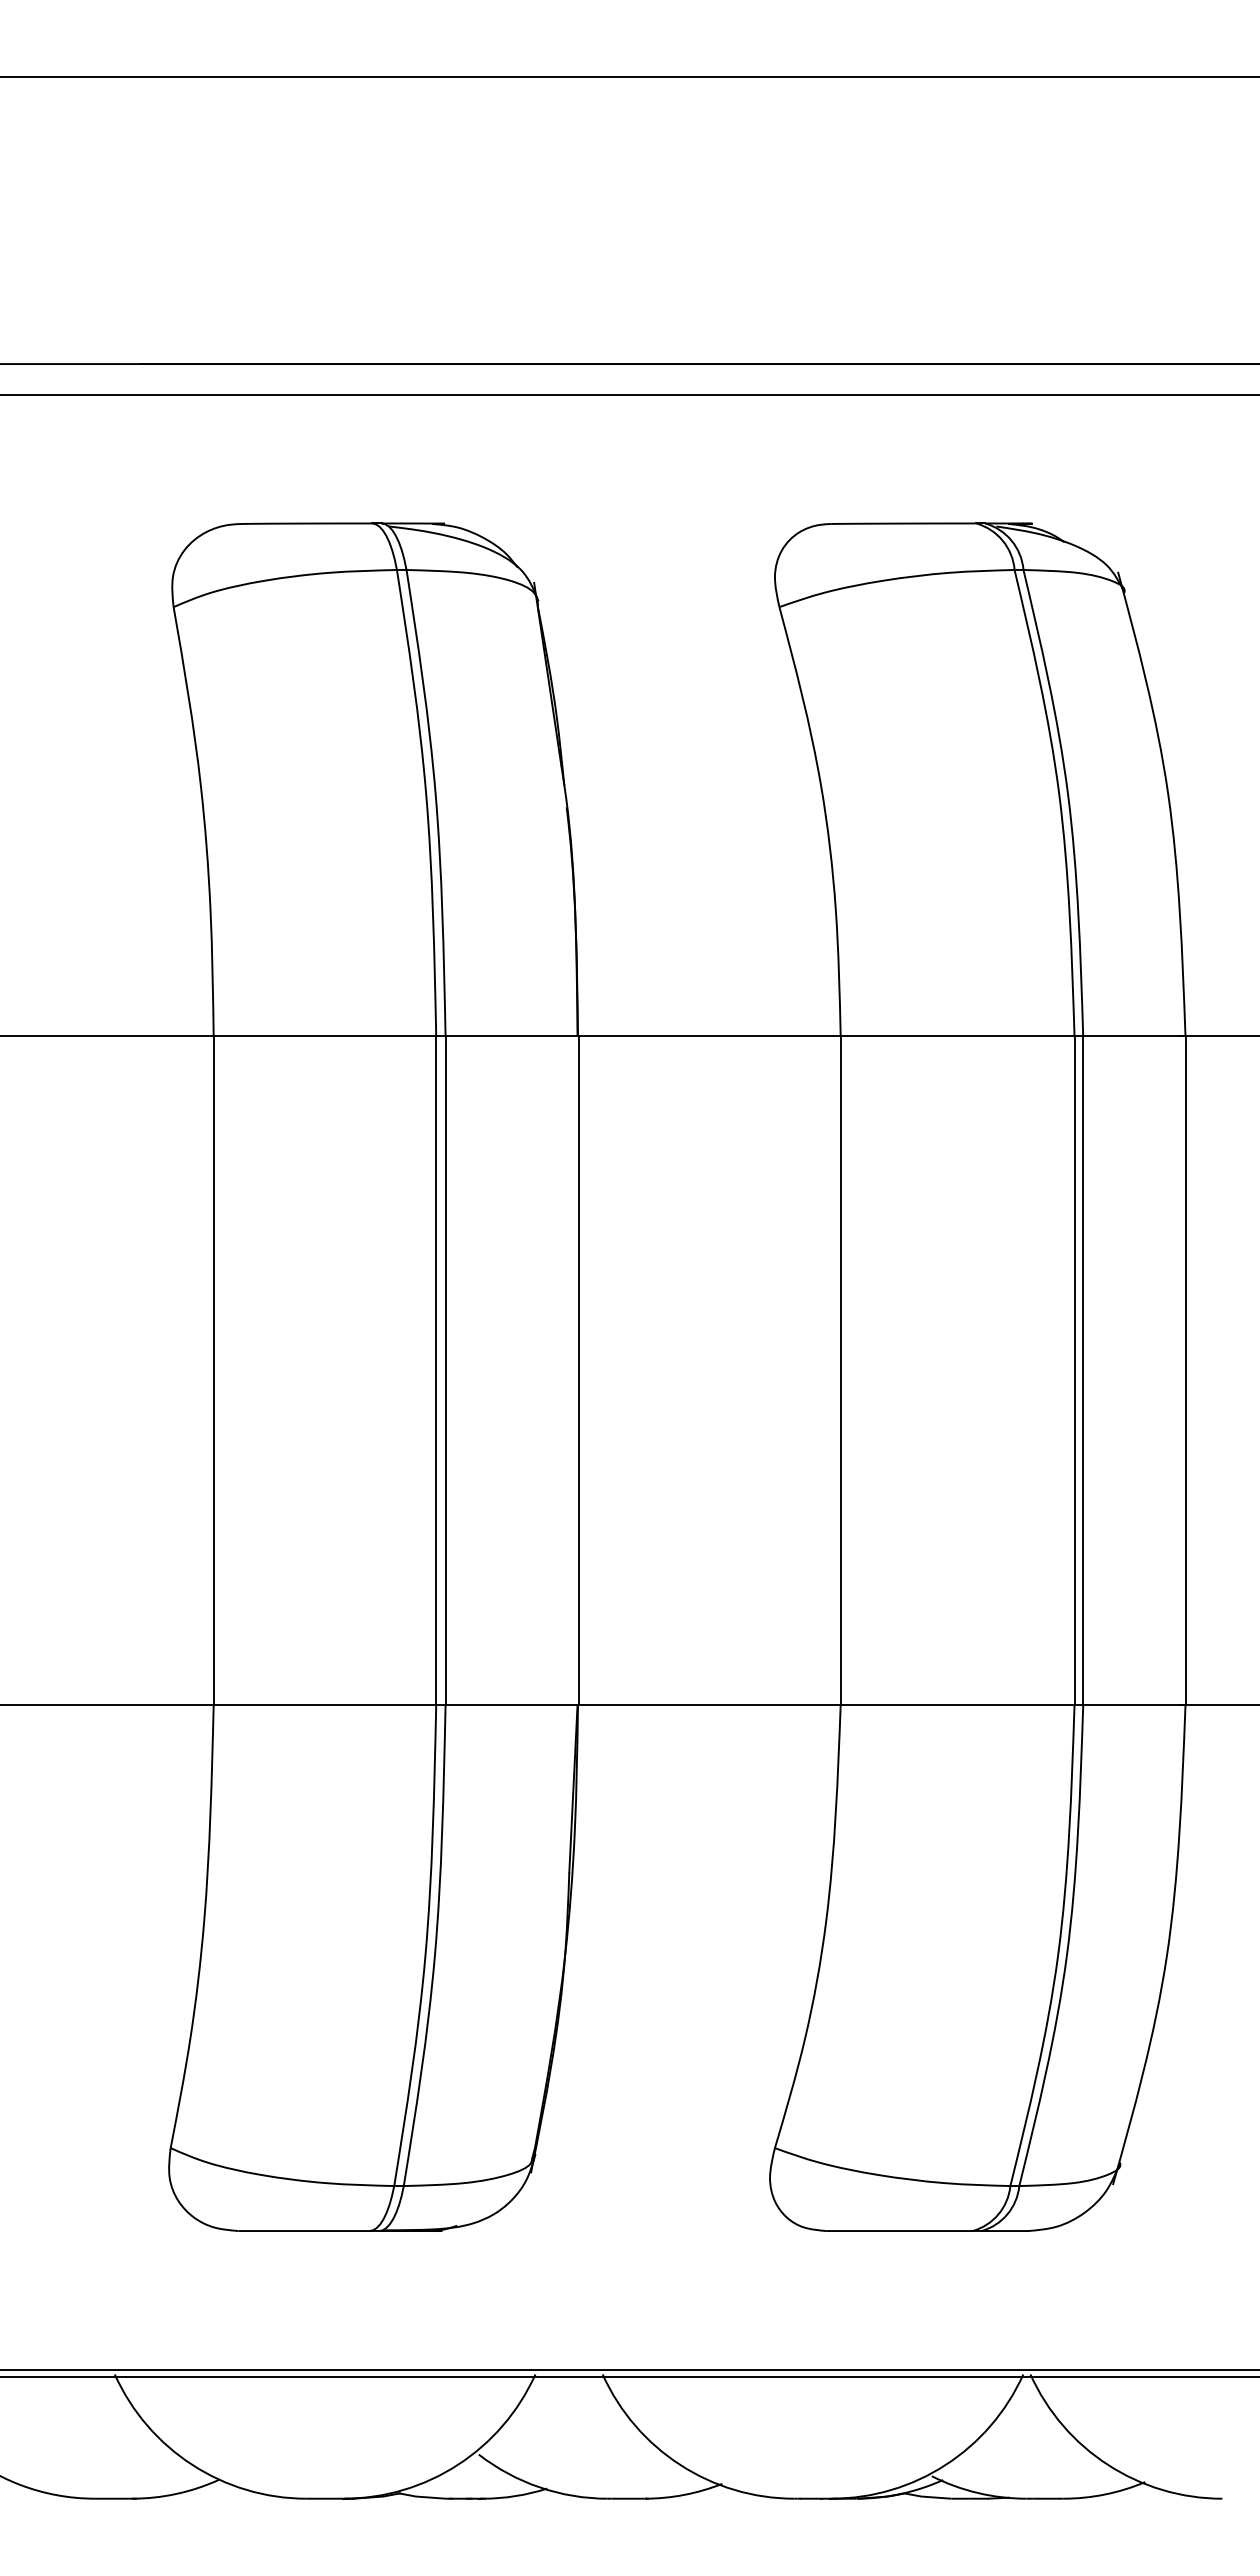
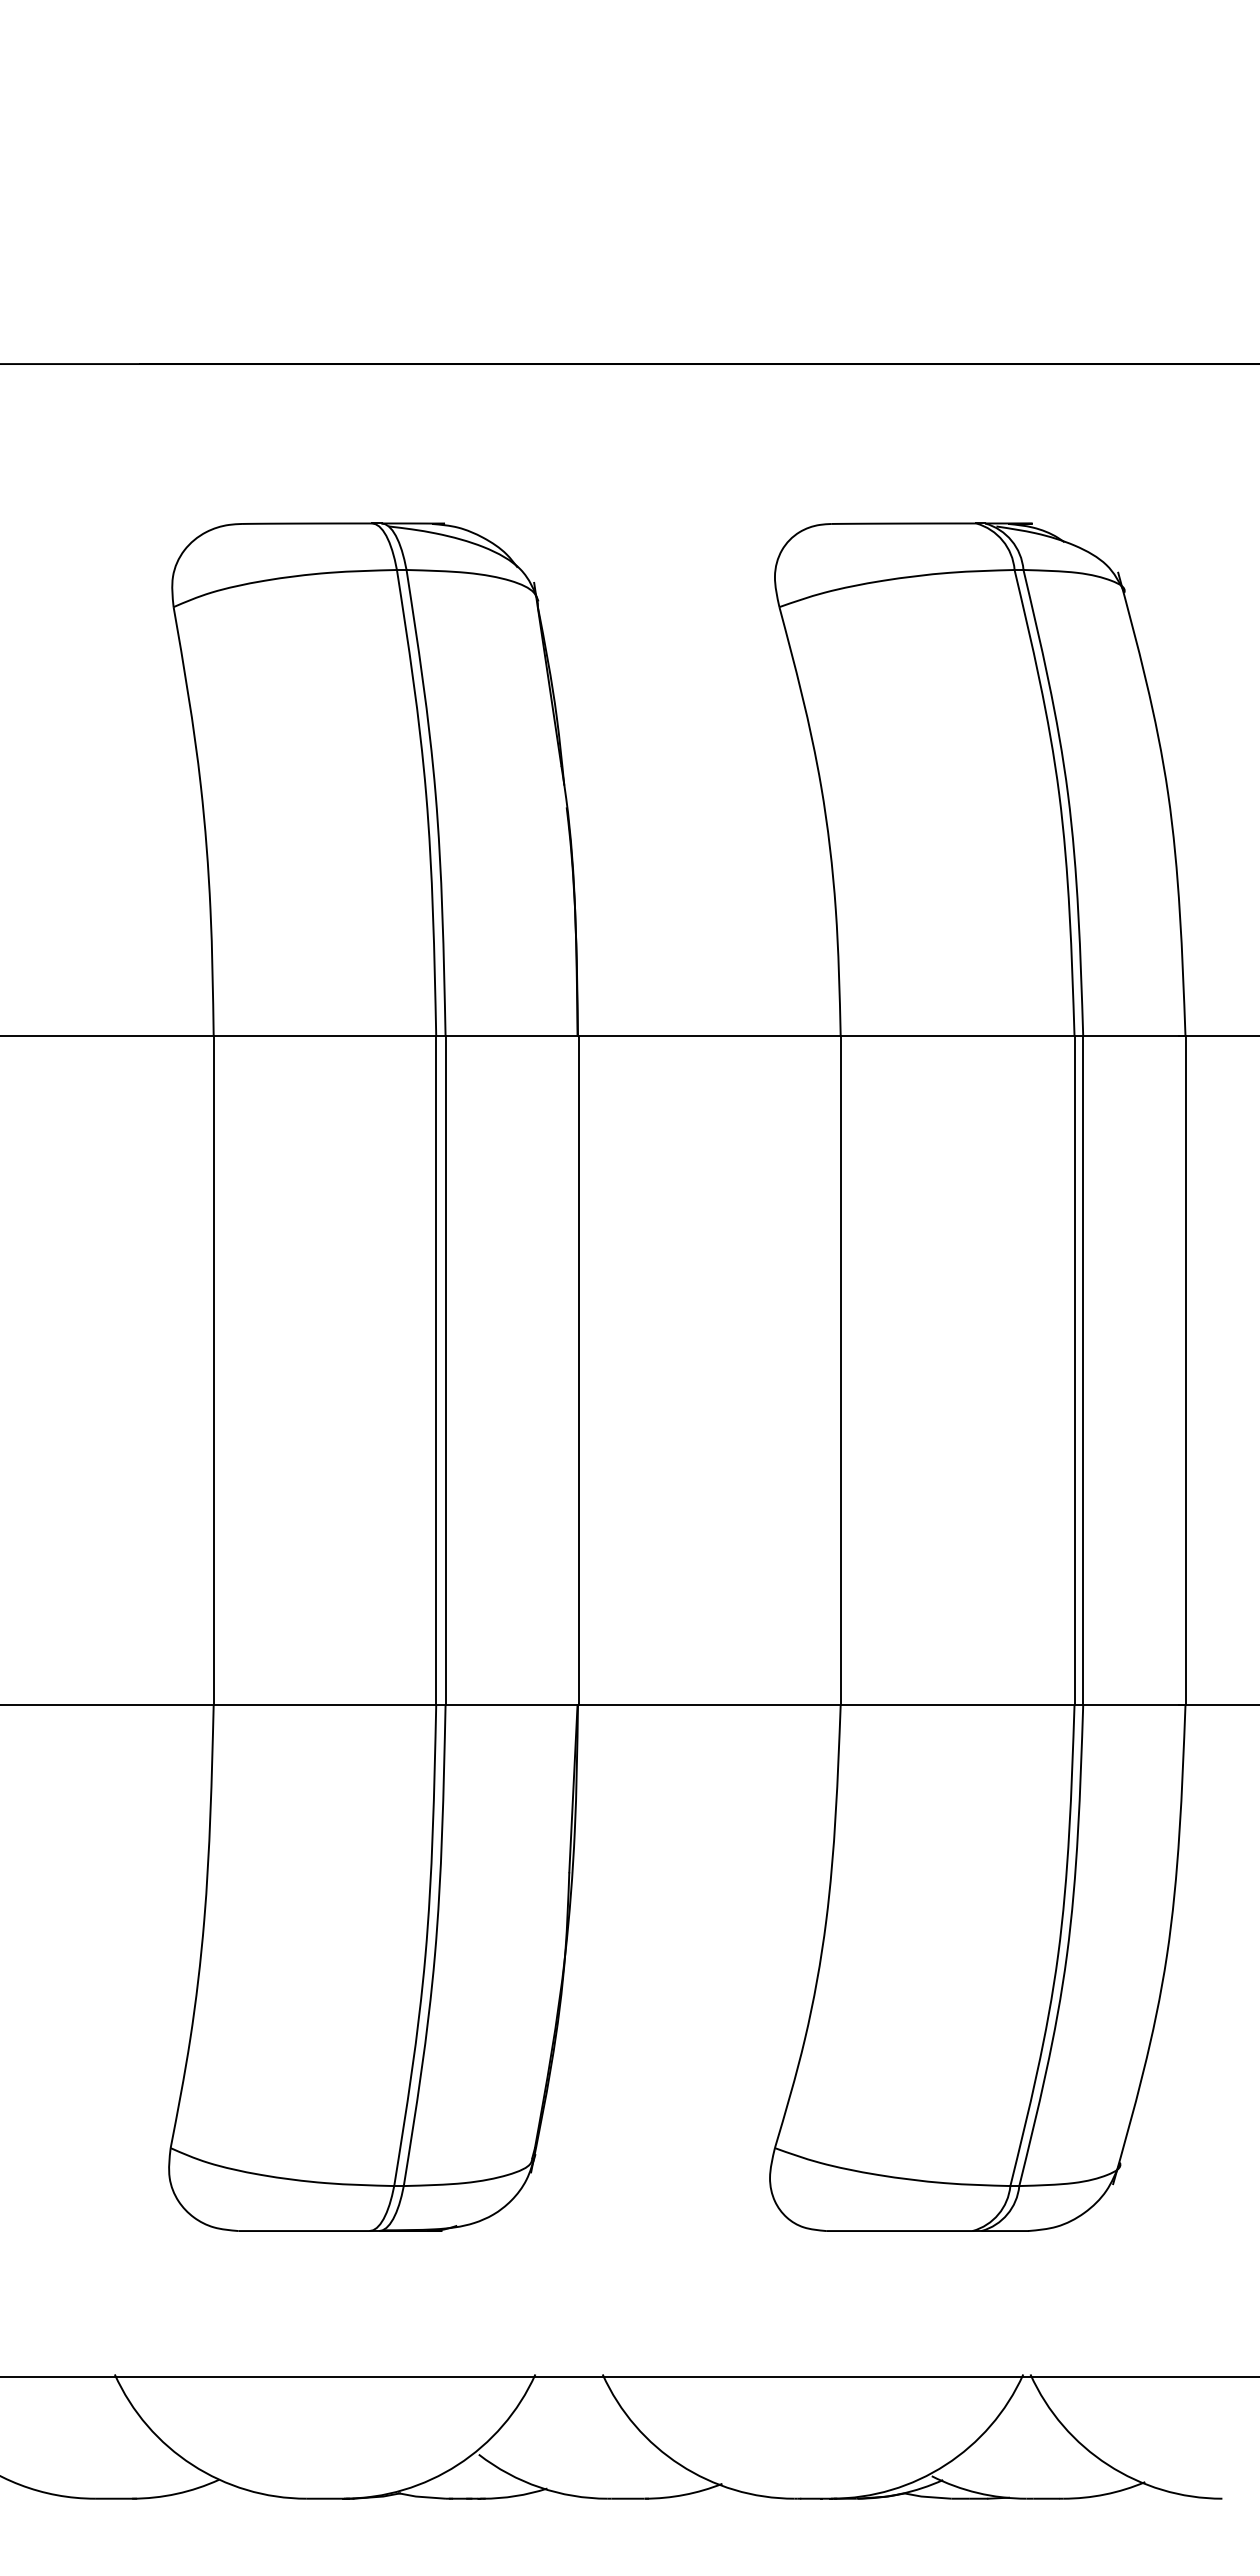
line at (629, 77): present -> none
line at (629, 395): present -> none
line at (629, 2370): present -> none
